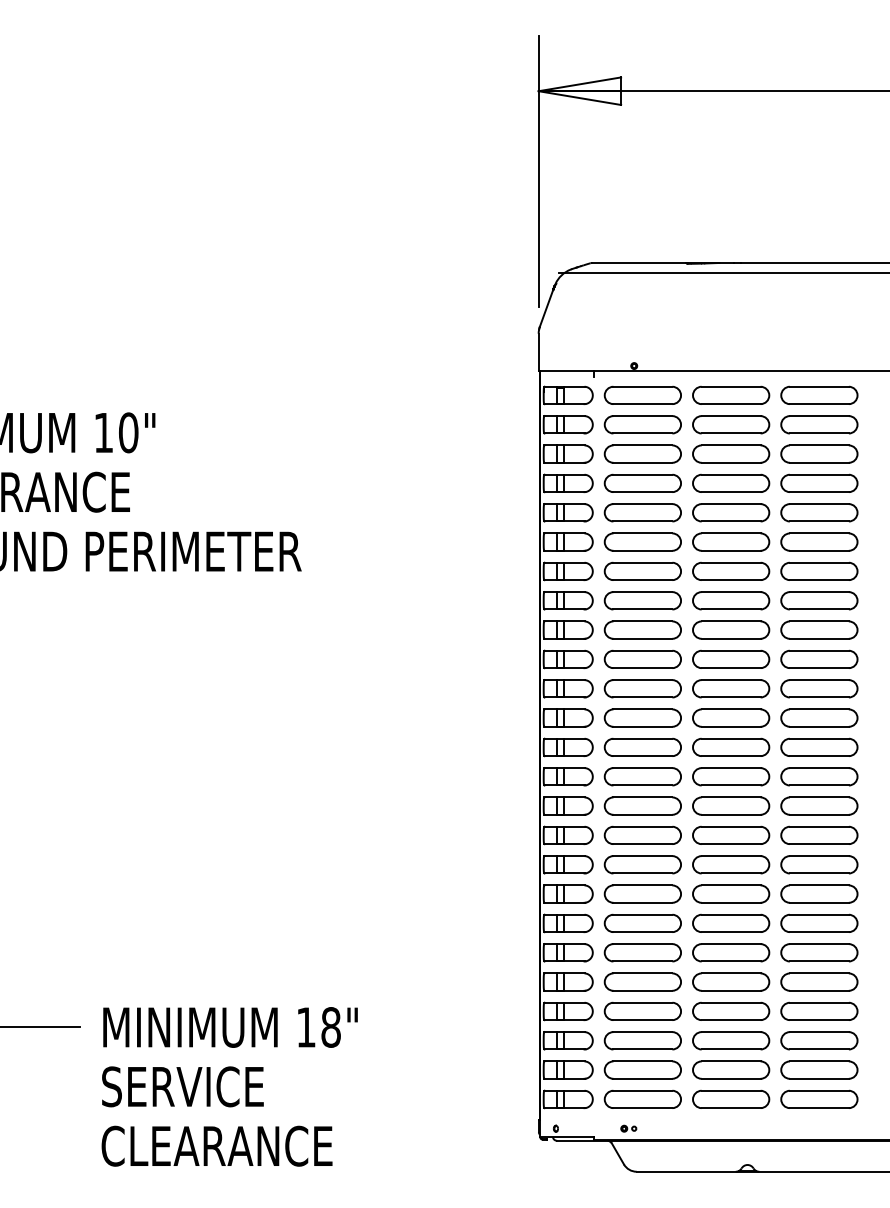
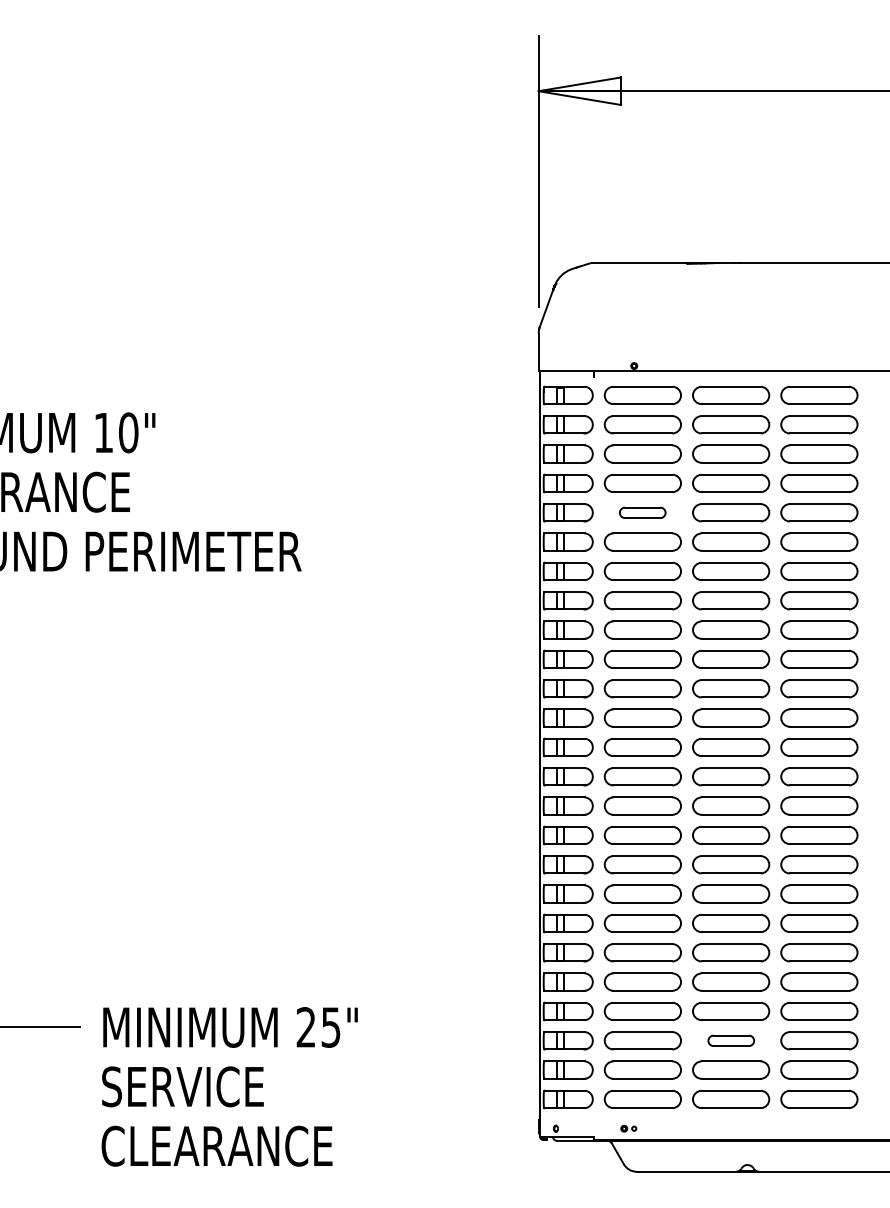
line at (722, 273): present -> none
part at (642, 512) size: 79x20 px -> 48x13 px
text at (318, 1027): 18" -> 25"
part at (731, 1040) size: 79x20 px -> 49x13 px
